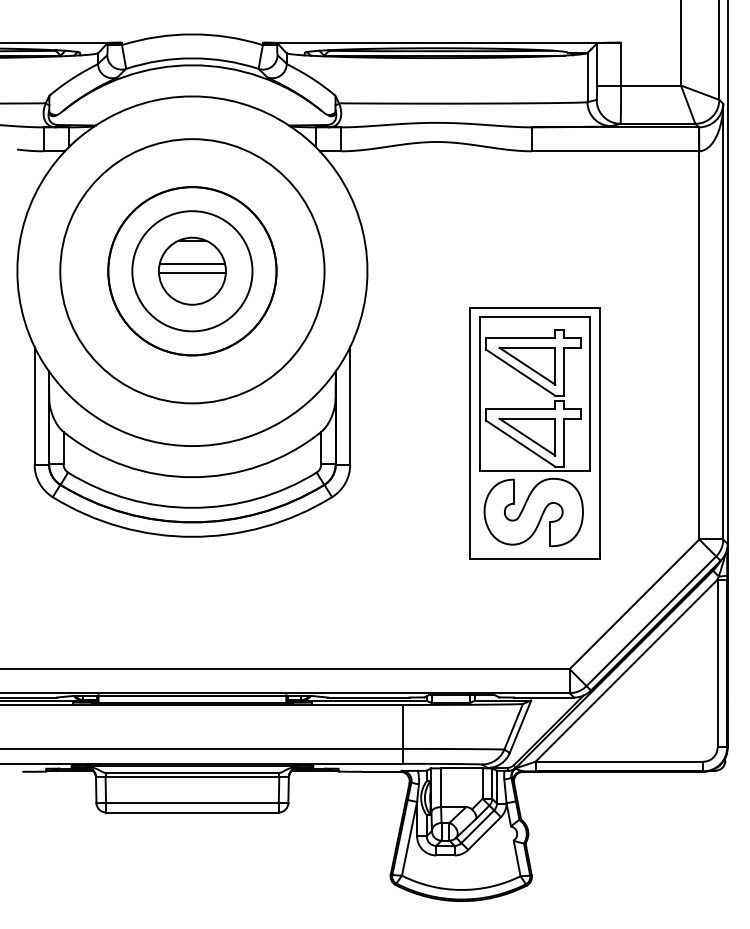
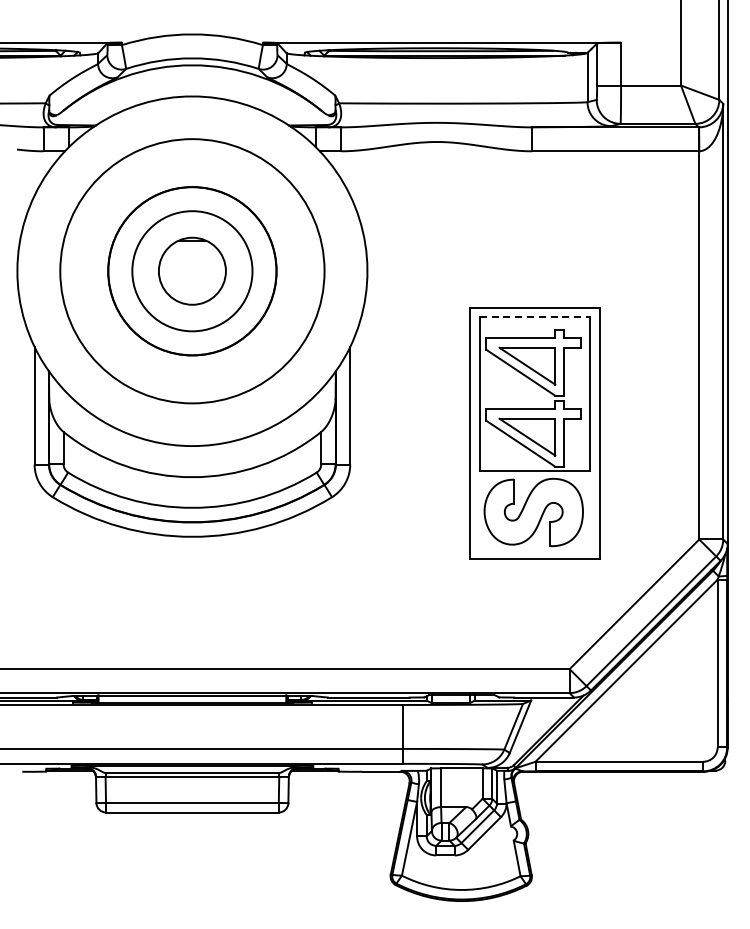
line at (192, 264): present -> none
line at (191, 272): present -> none
line at (535, 317): solid -> dashed
